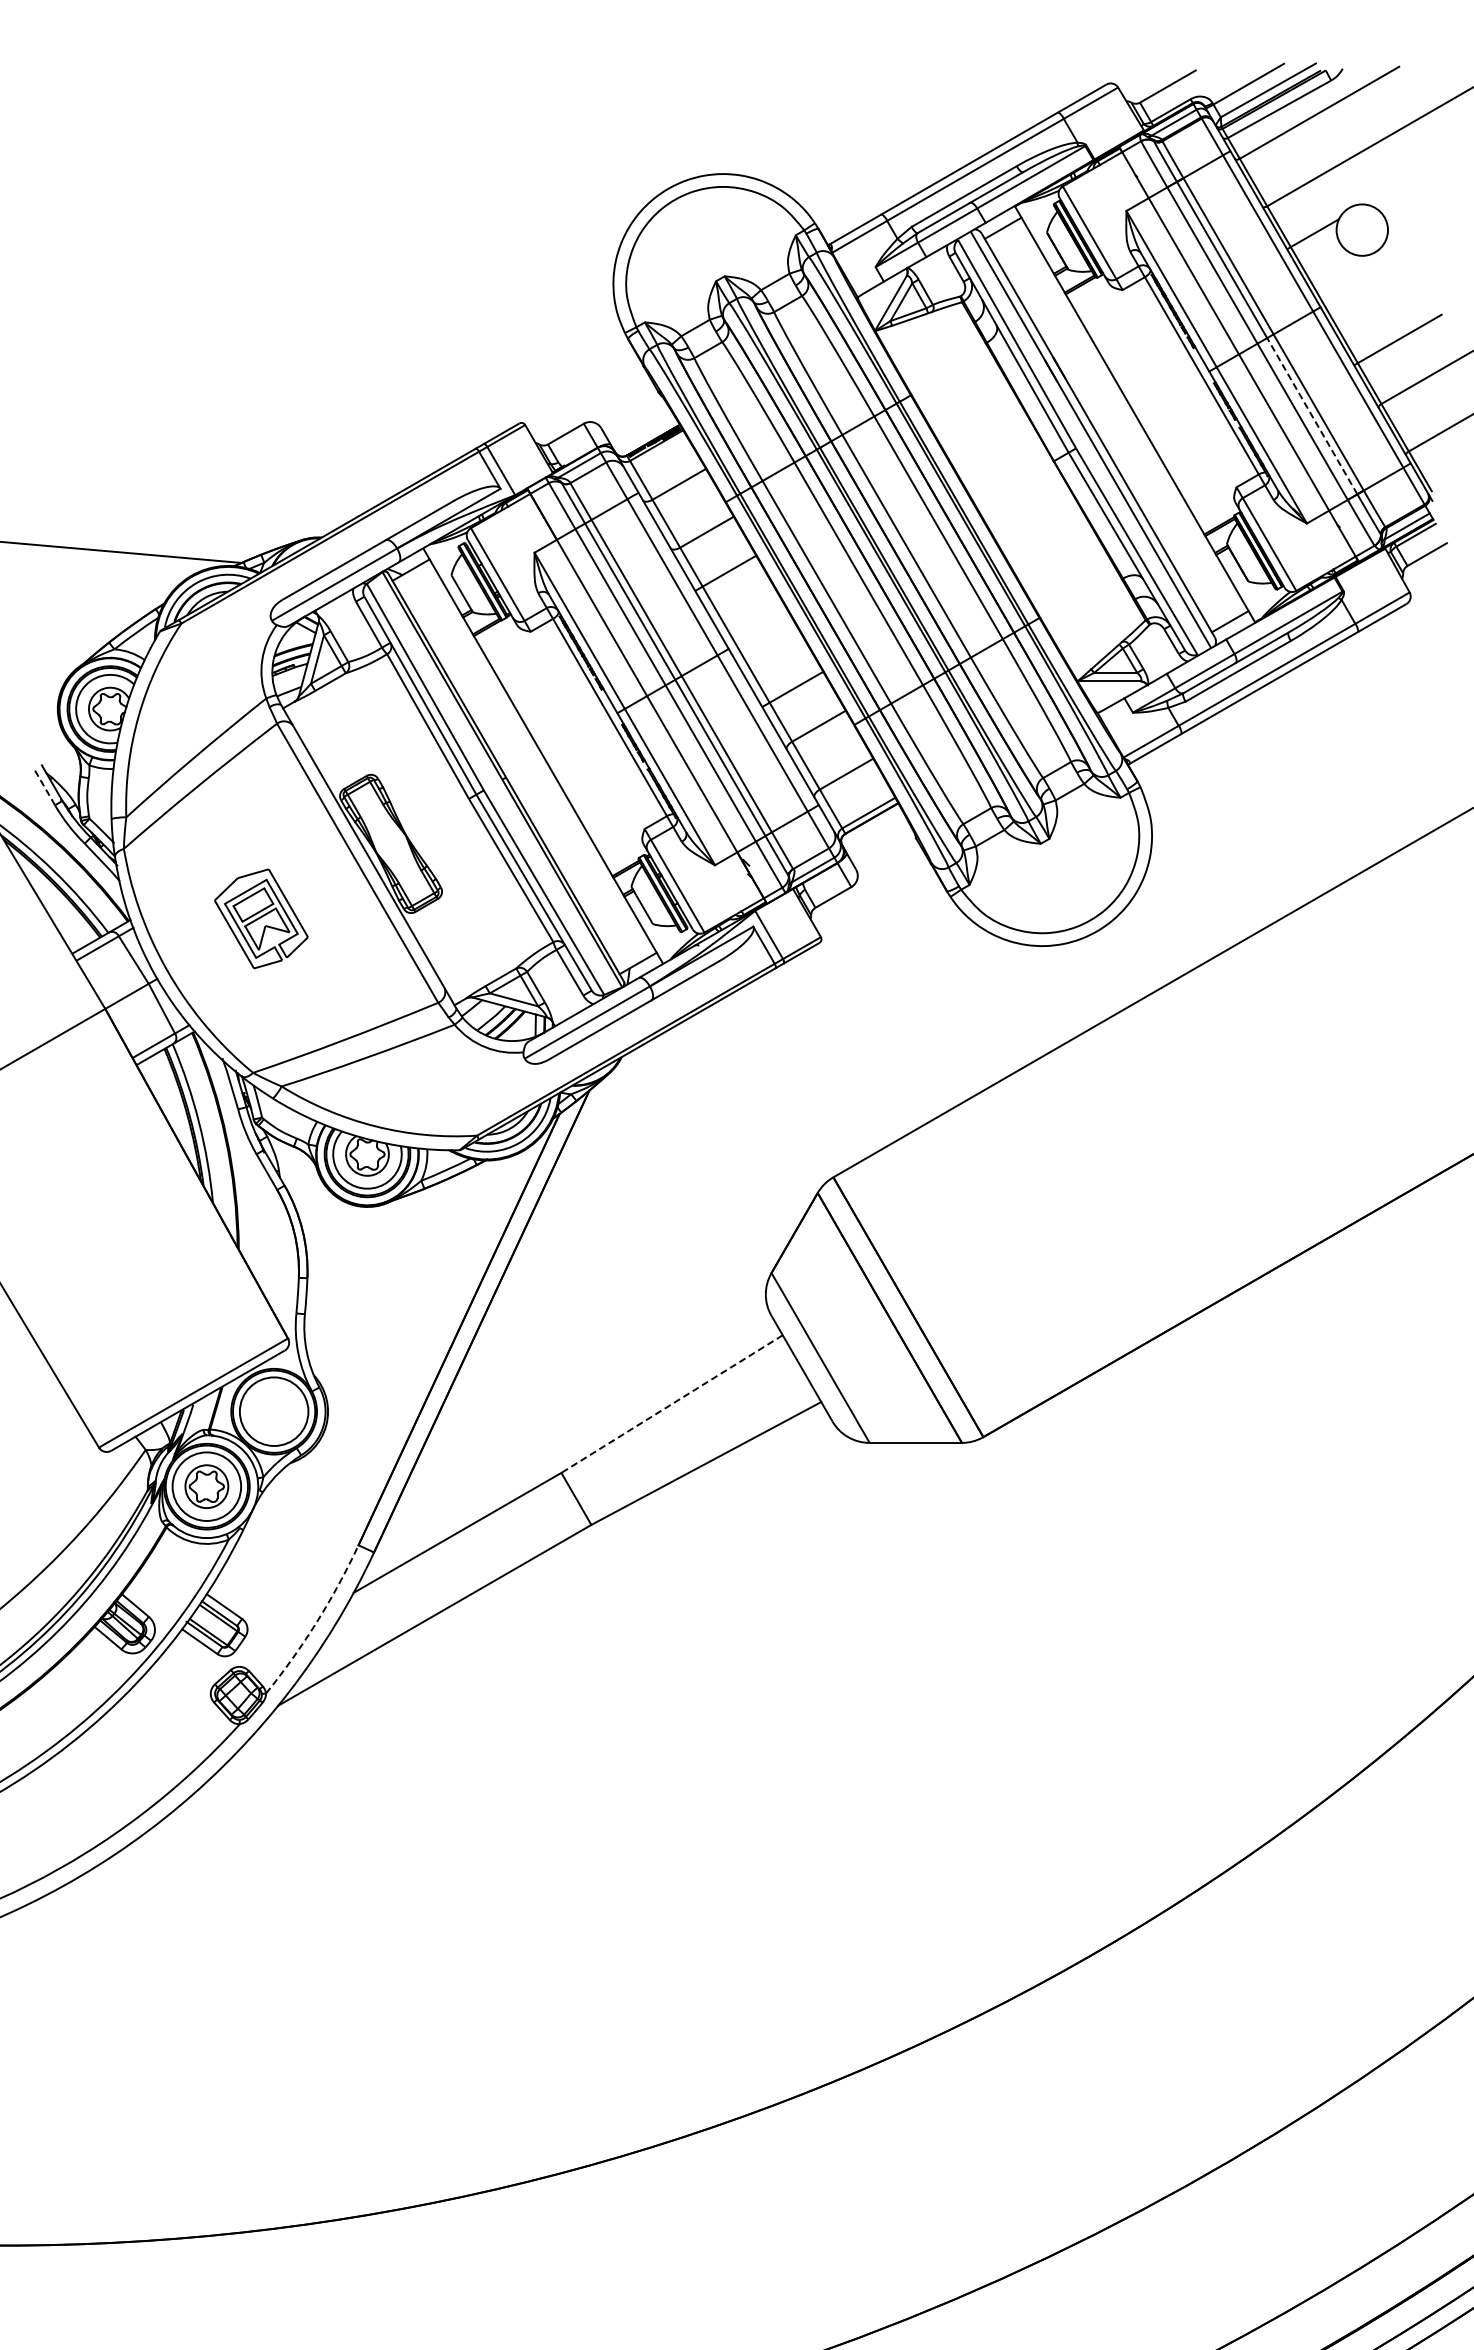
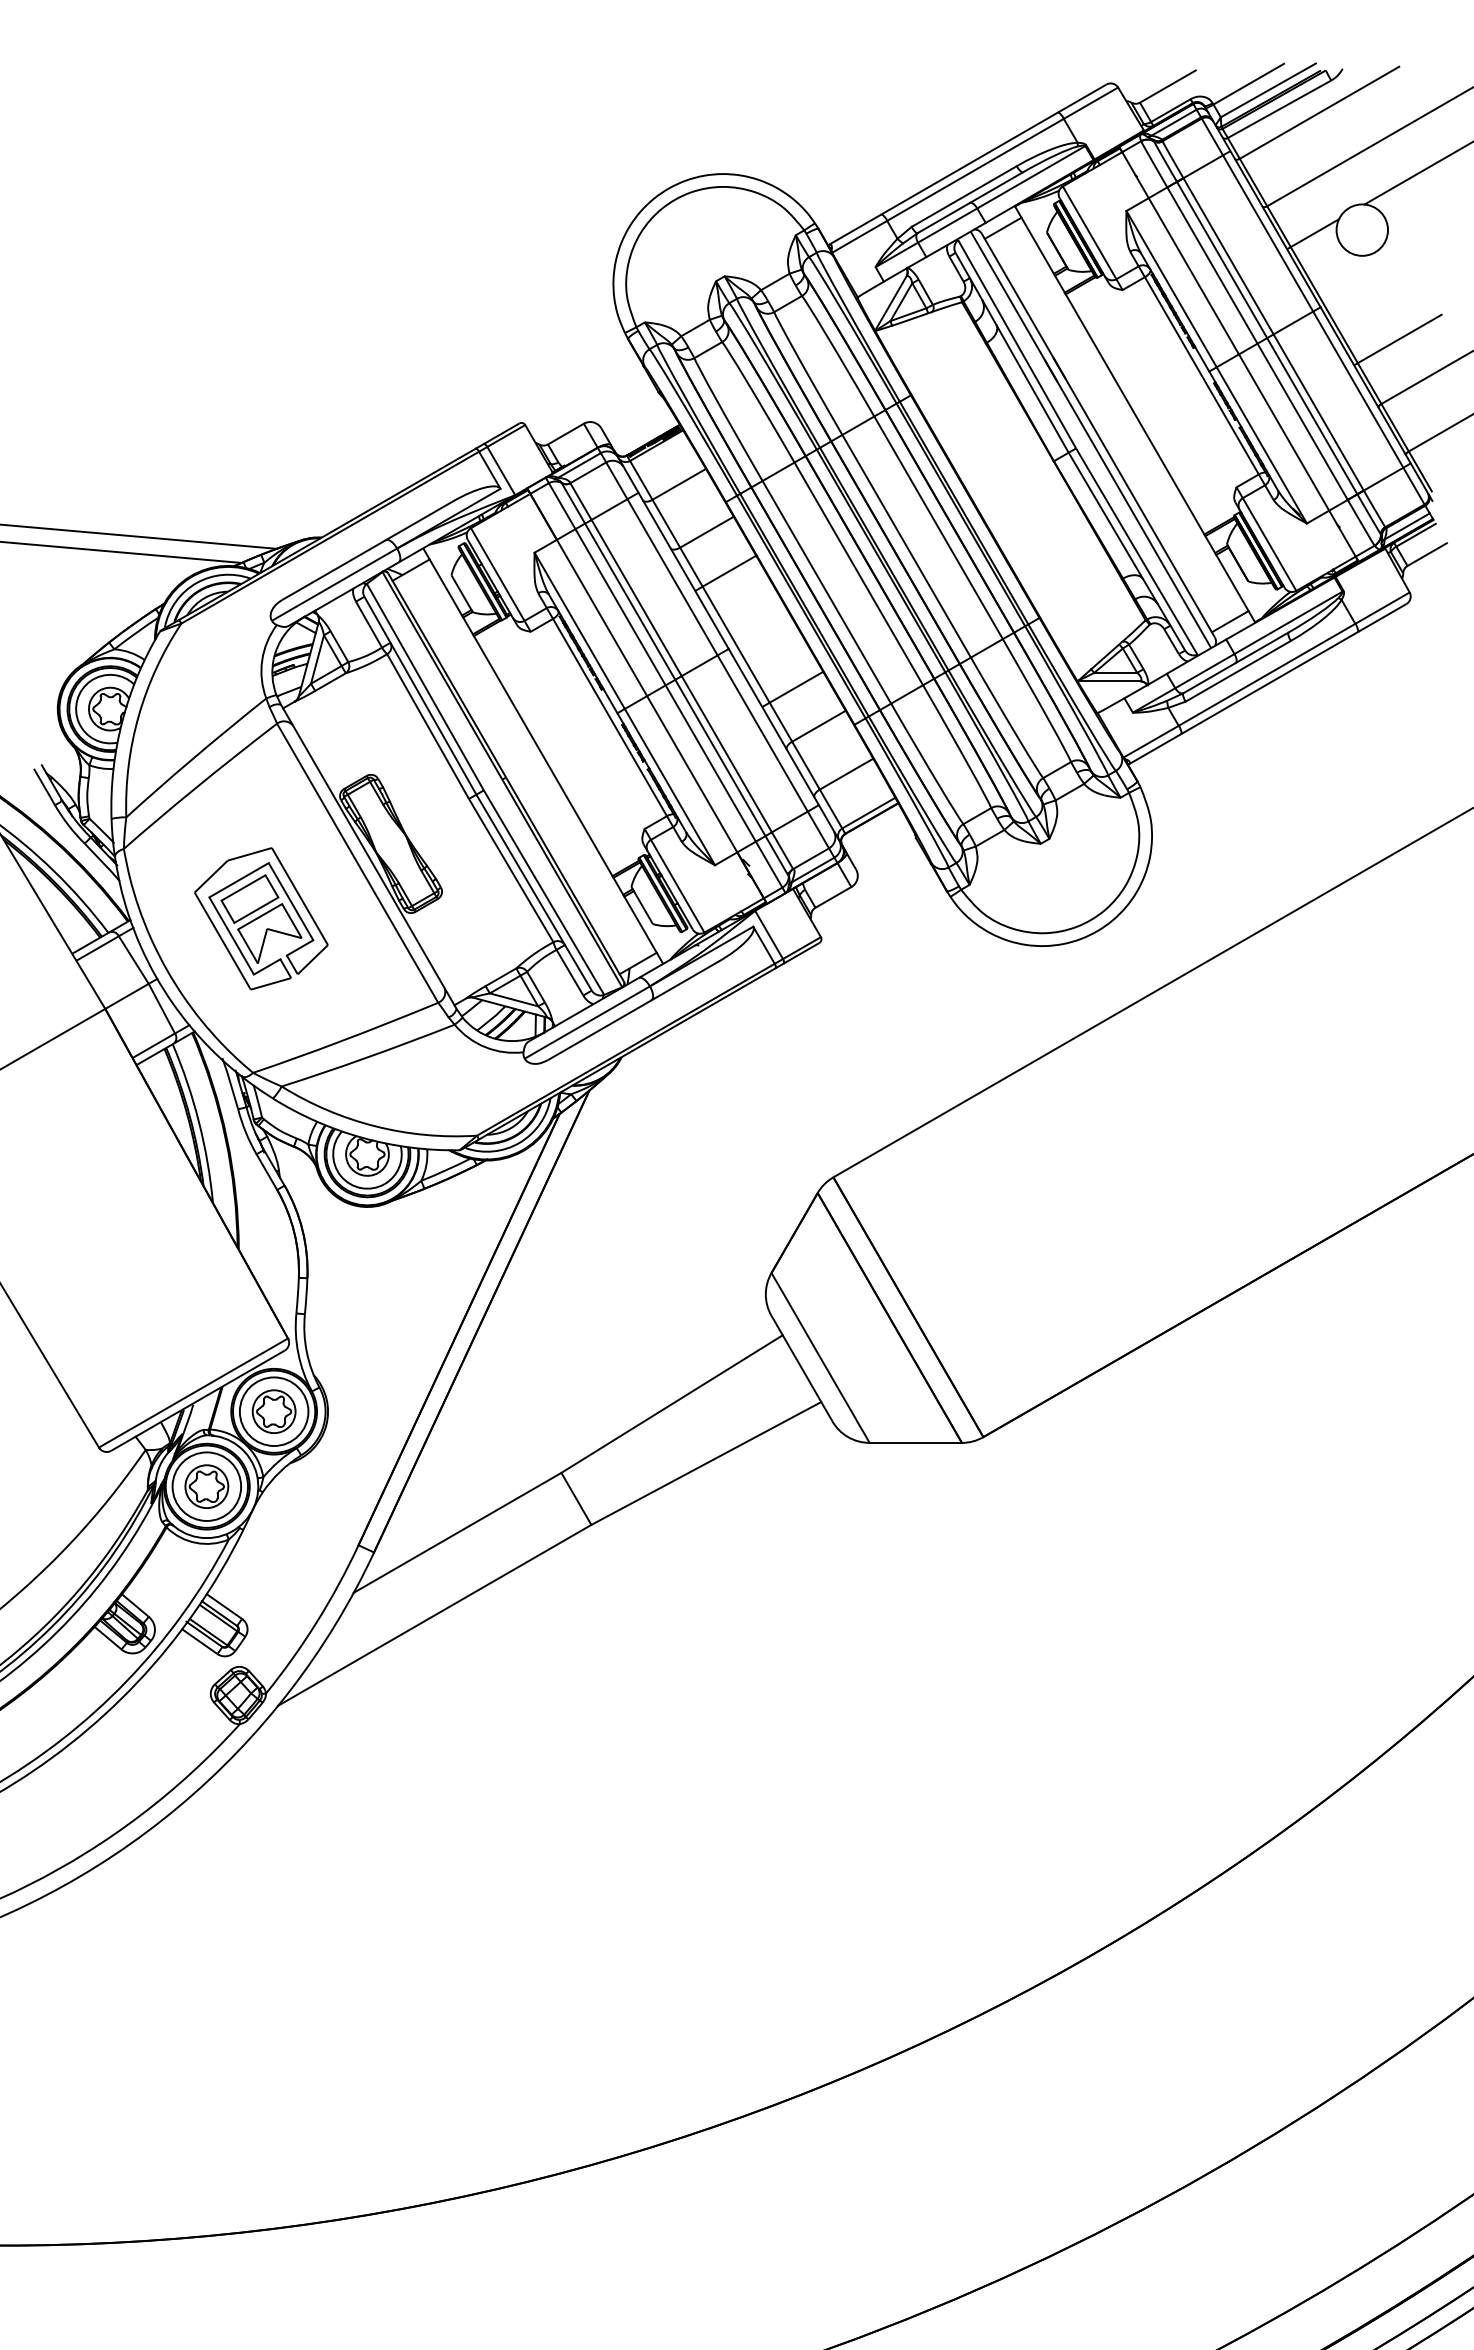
line at (1417, 173): none -> present
line at (1312, 415): dashed -> solid
line at (139, 536): none -> present
line at (44, 787): dashed -> solid
part at (261, 918) size: 95x102 px -> 135x144 px
line at (671, 1404): dashed -> solid
part at (273, 1411): none -> present
arc at (316, 1622): dashed -> solid
